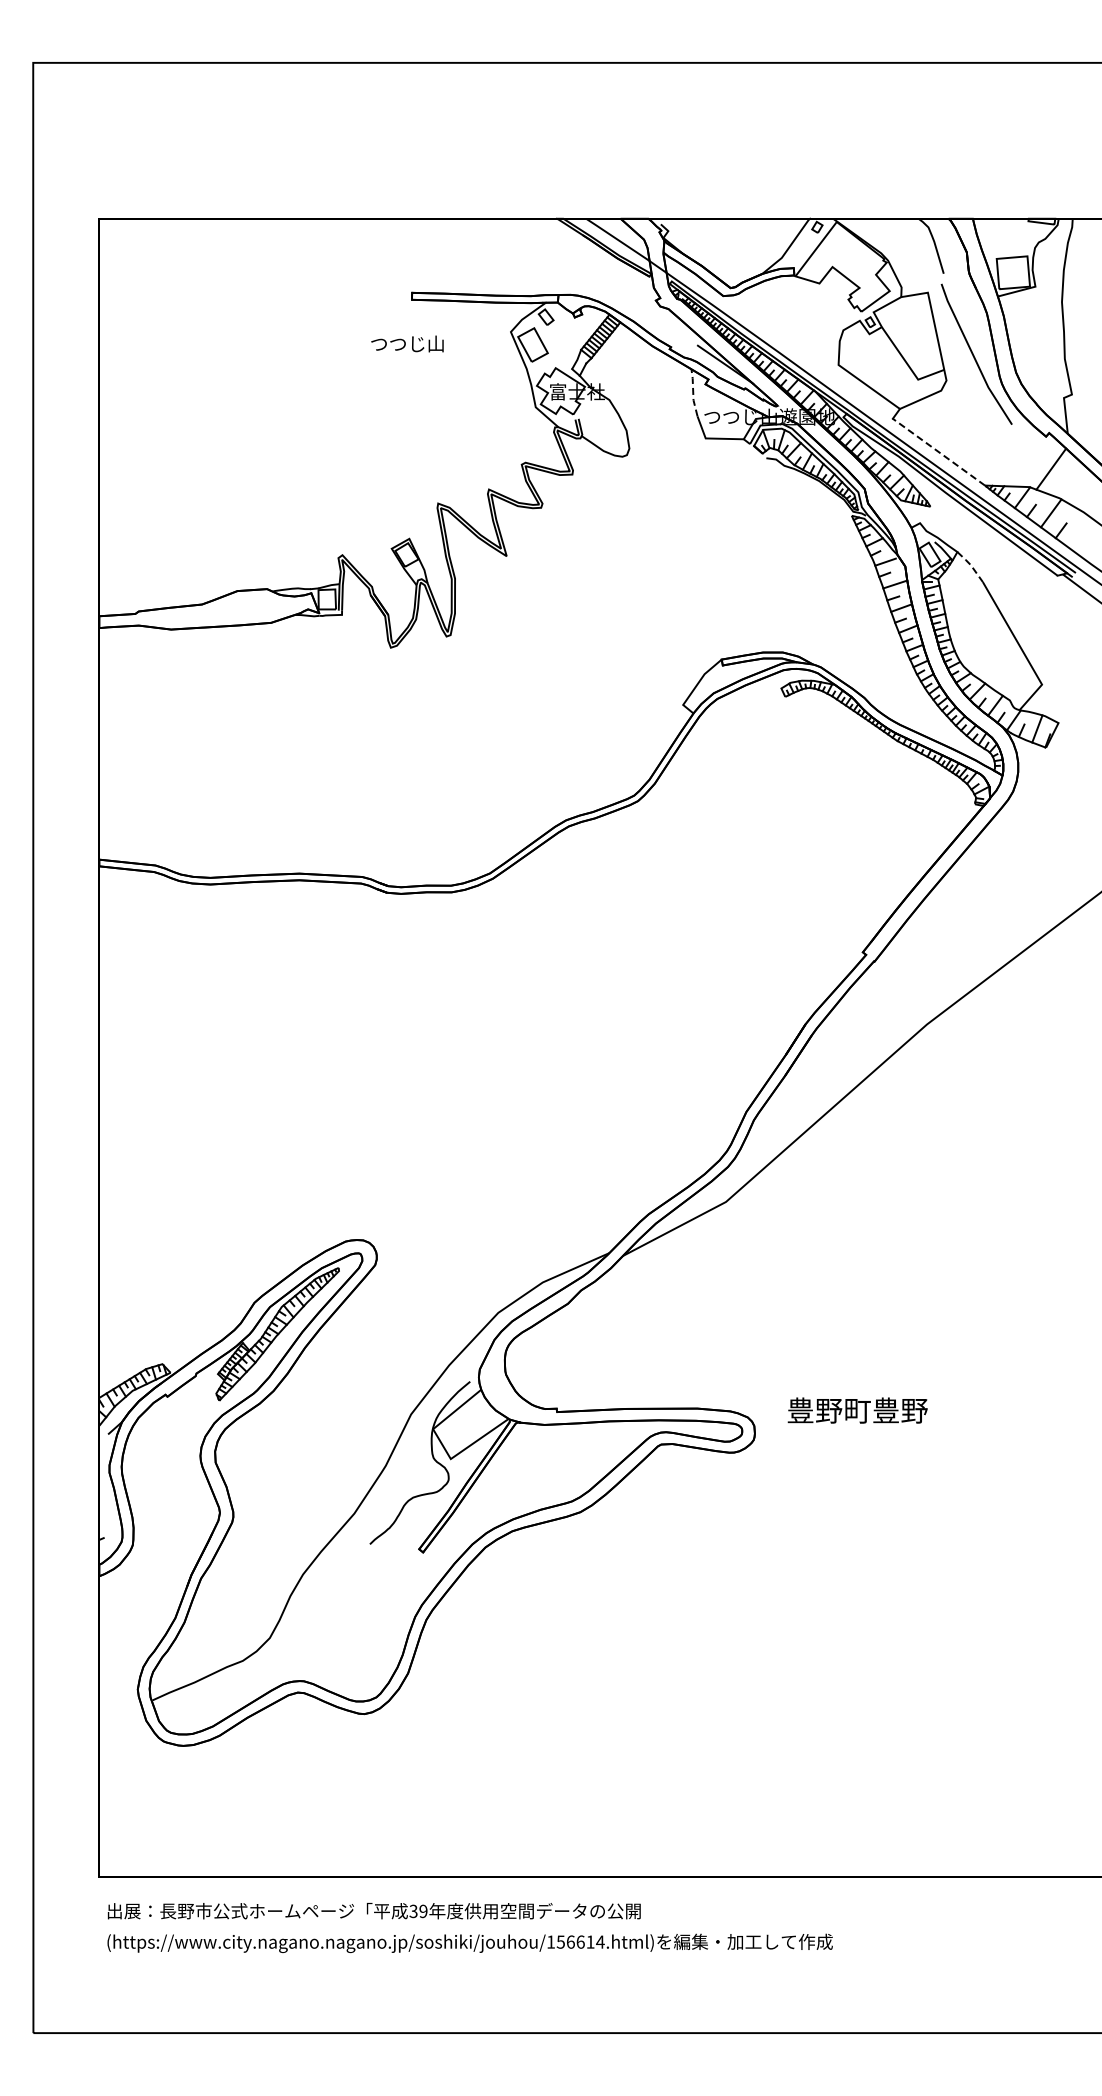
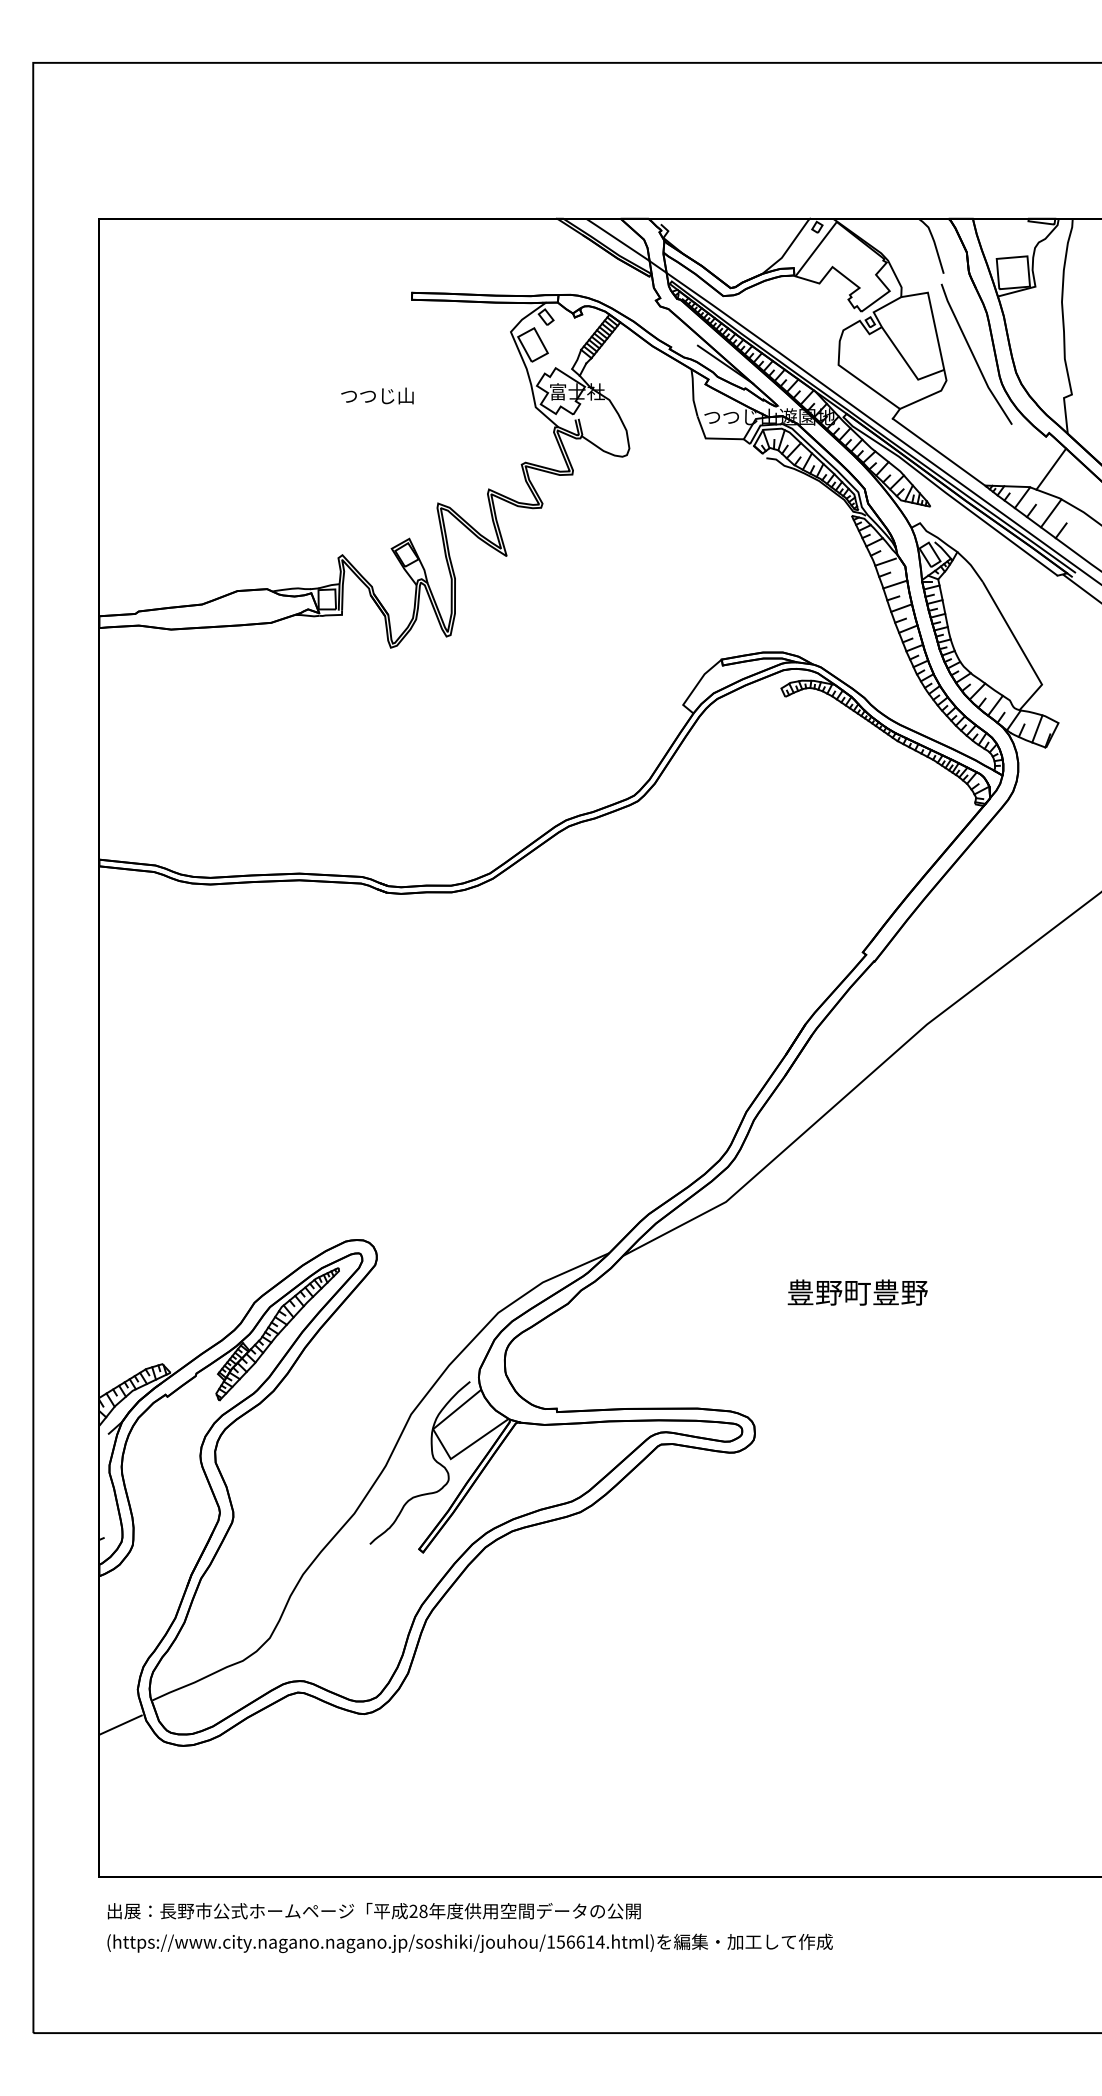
text at (407, 343) position: (407, 343) -> (377, 395)
line at (693, 392): dashed -> solid
line at (938, 452): dashed -> solid
line at (970, 565): dashed -> solid
text at (857, 1410) position: (857, 1410) -> (857, 1292)
line at (120, 1724): none -> present
text at (418, 1911): 39 -> 28
